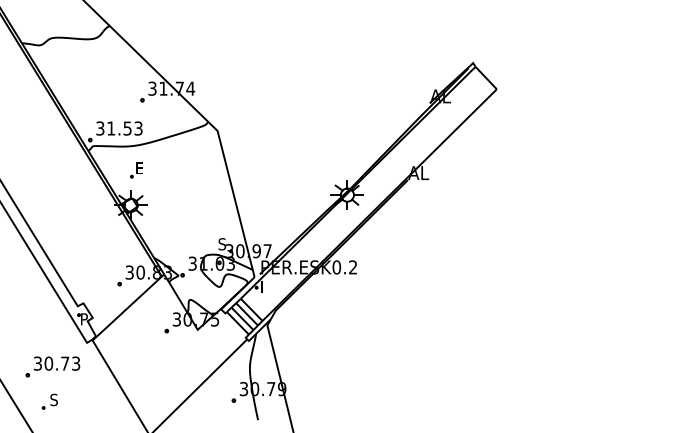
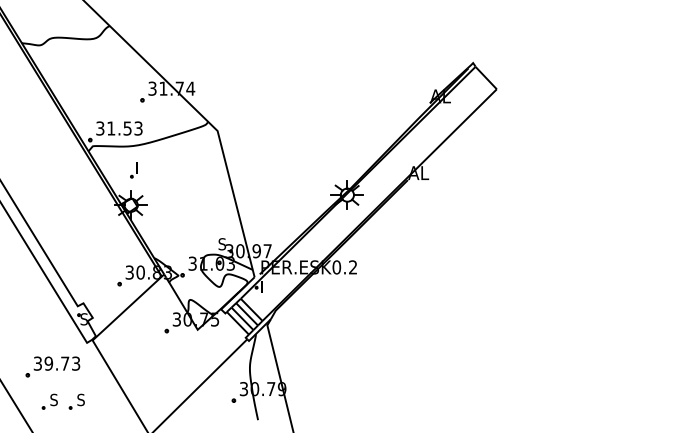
text at (140, 167): E -> I
text at (83, 319): P -> S
text at (48, 363): 30.73 -> 39.73
part at (76, 401): none -> present
